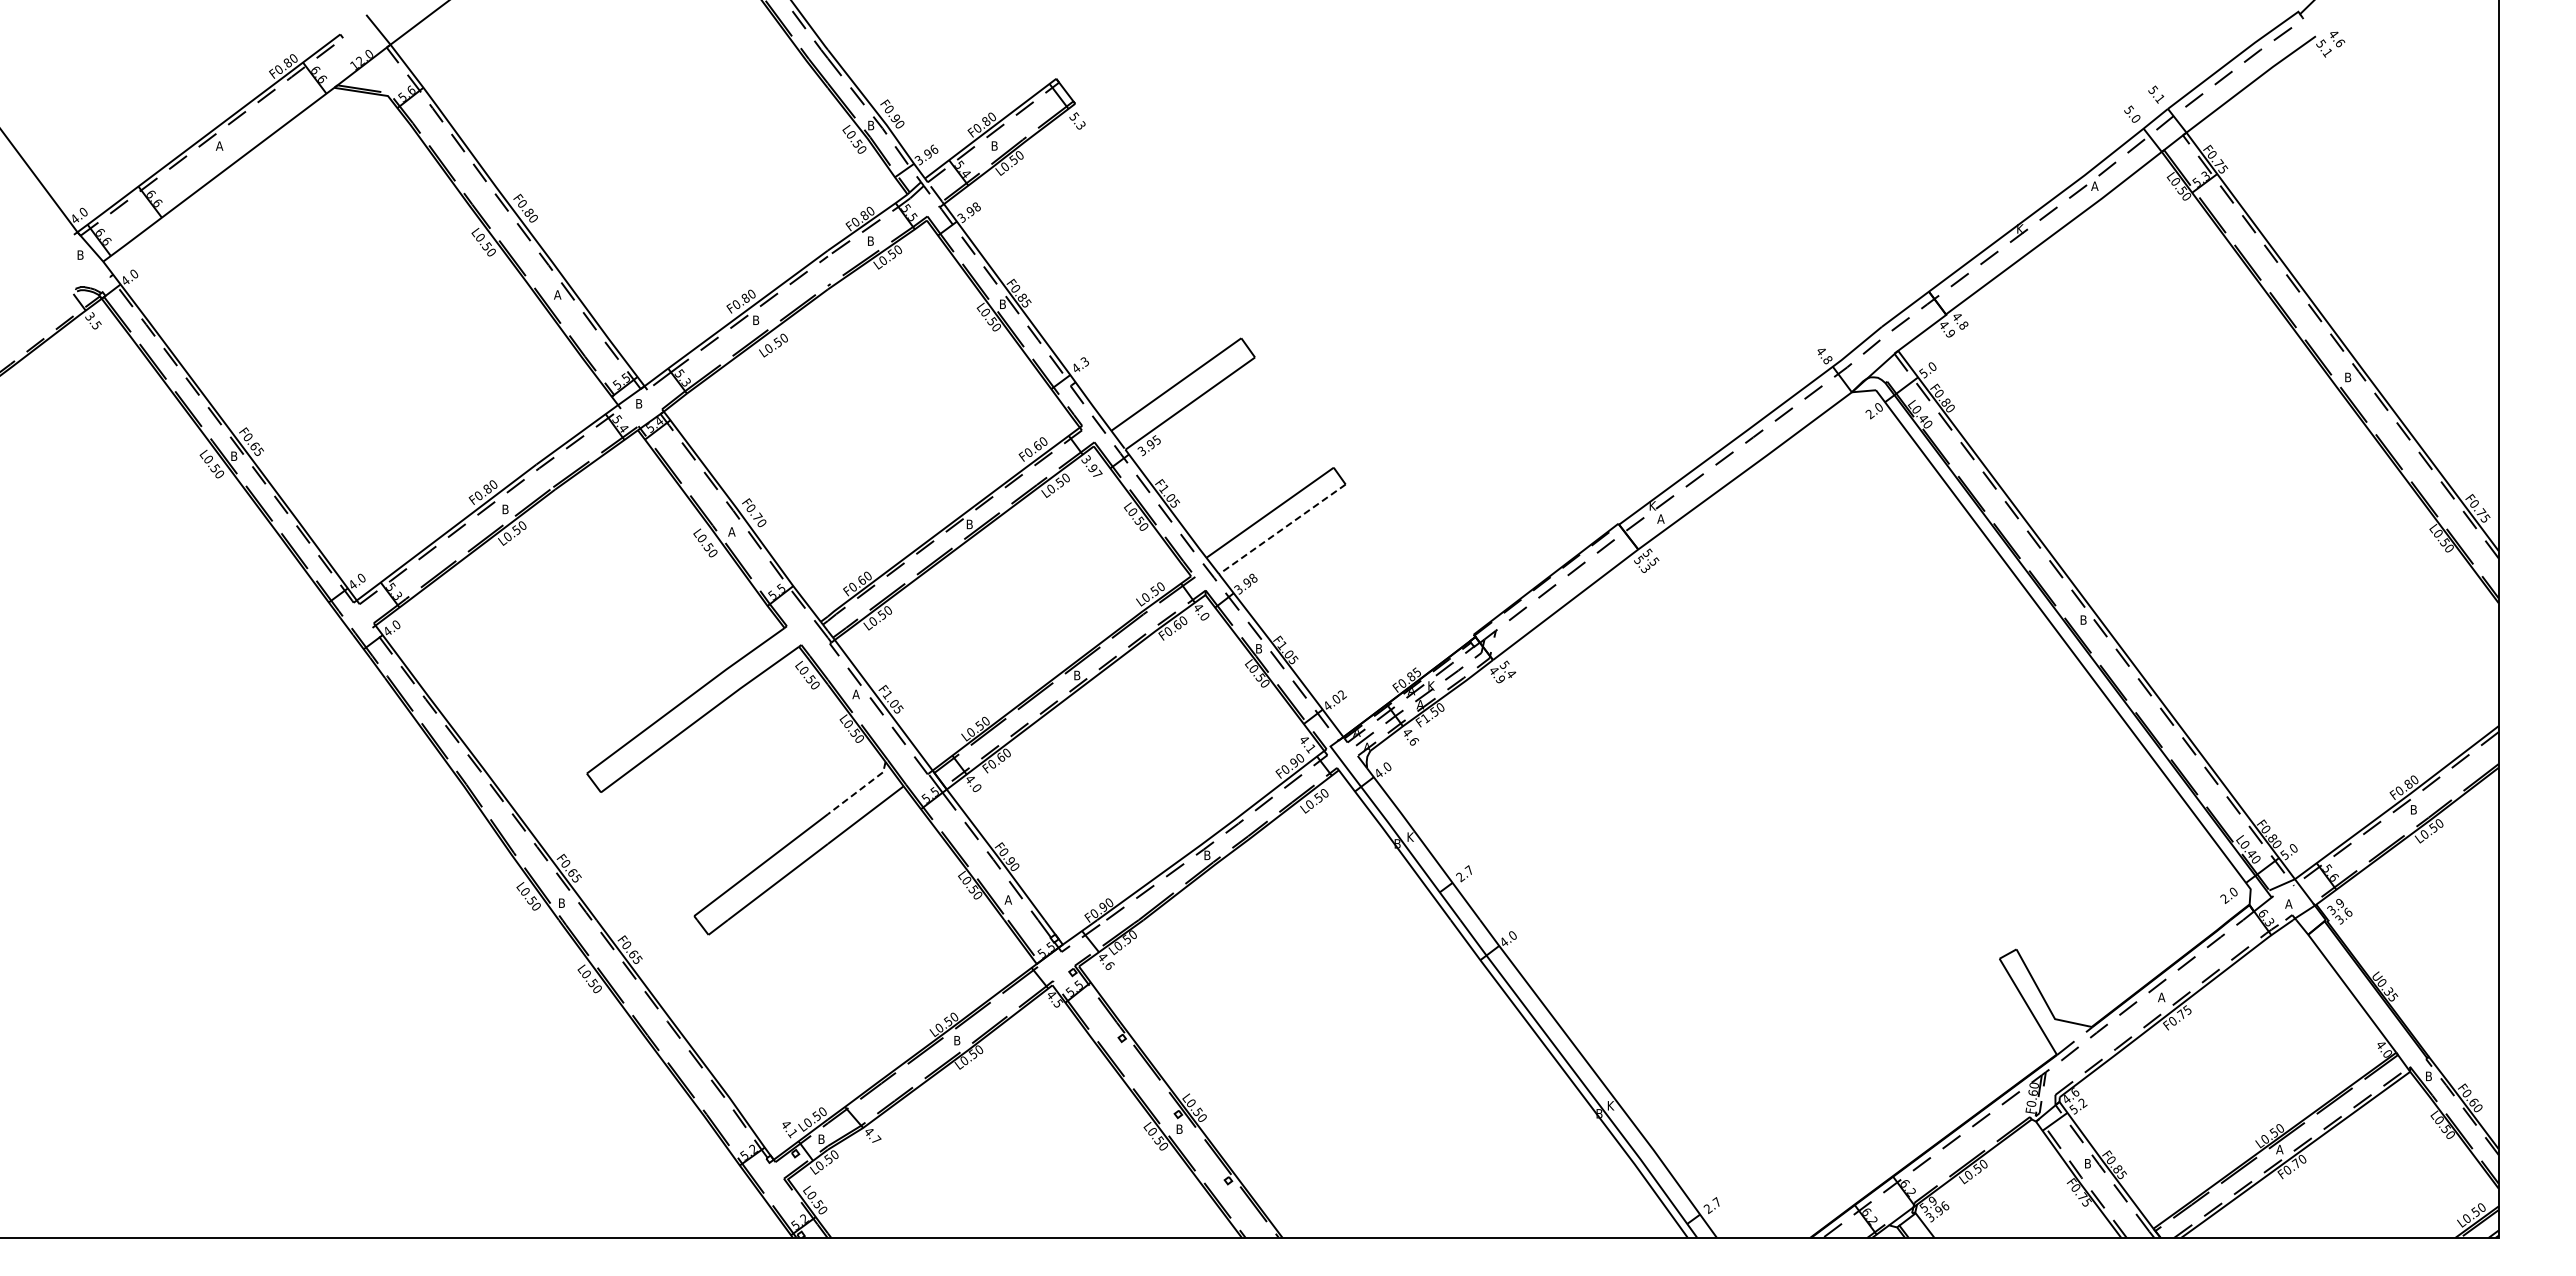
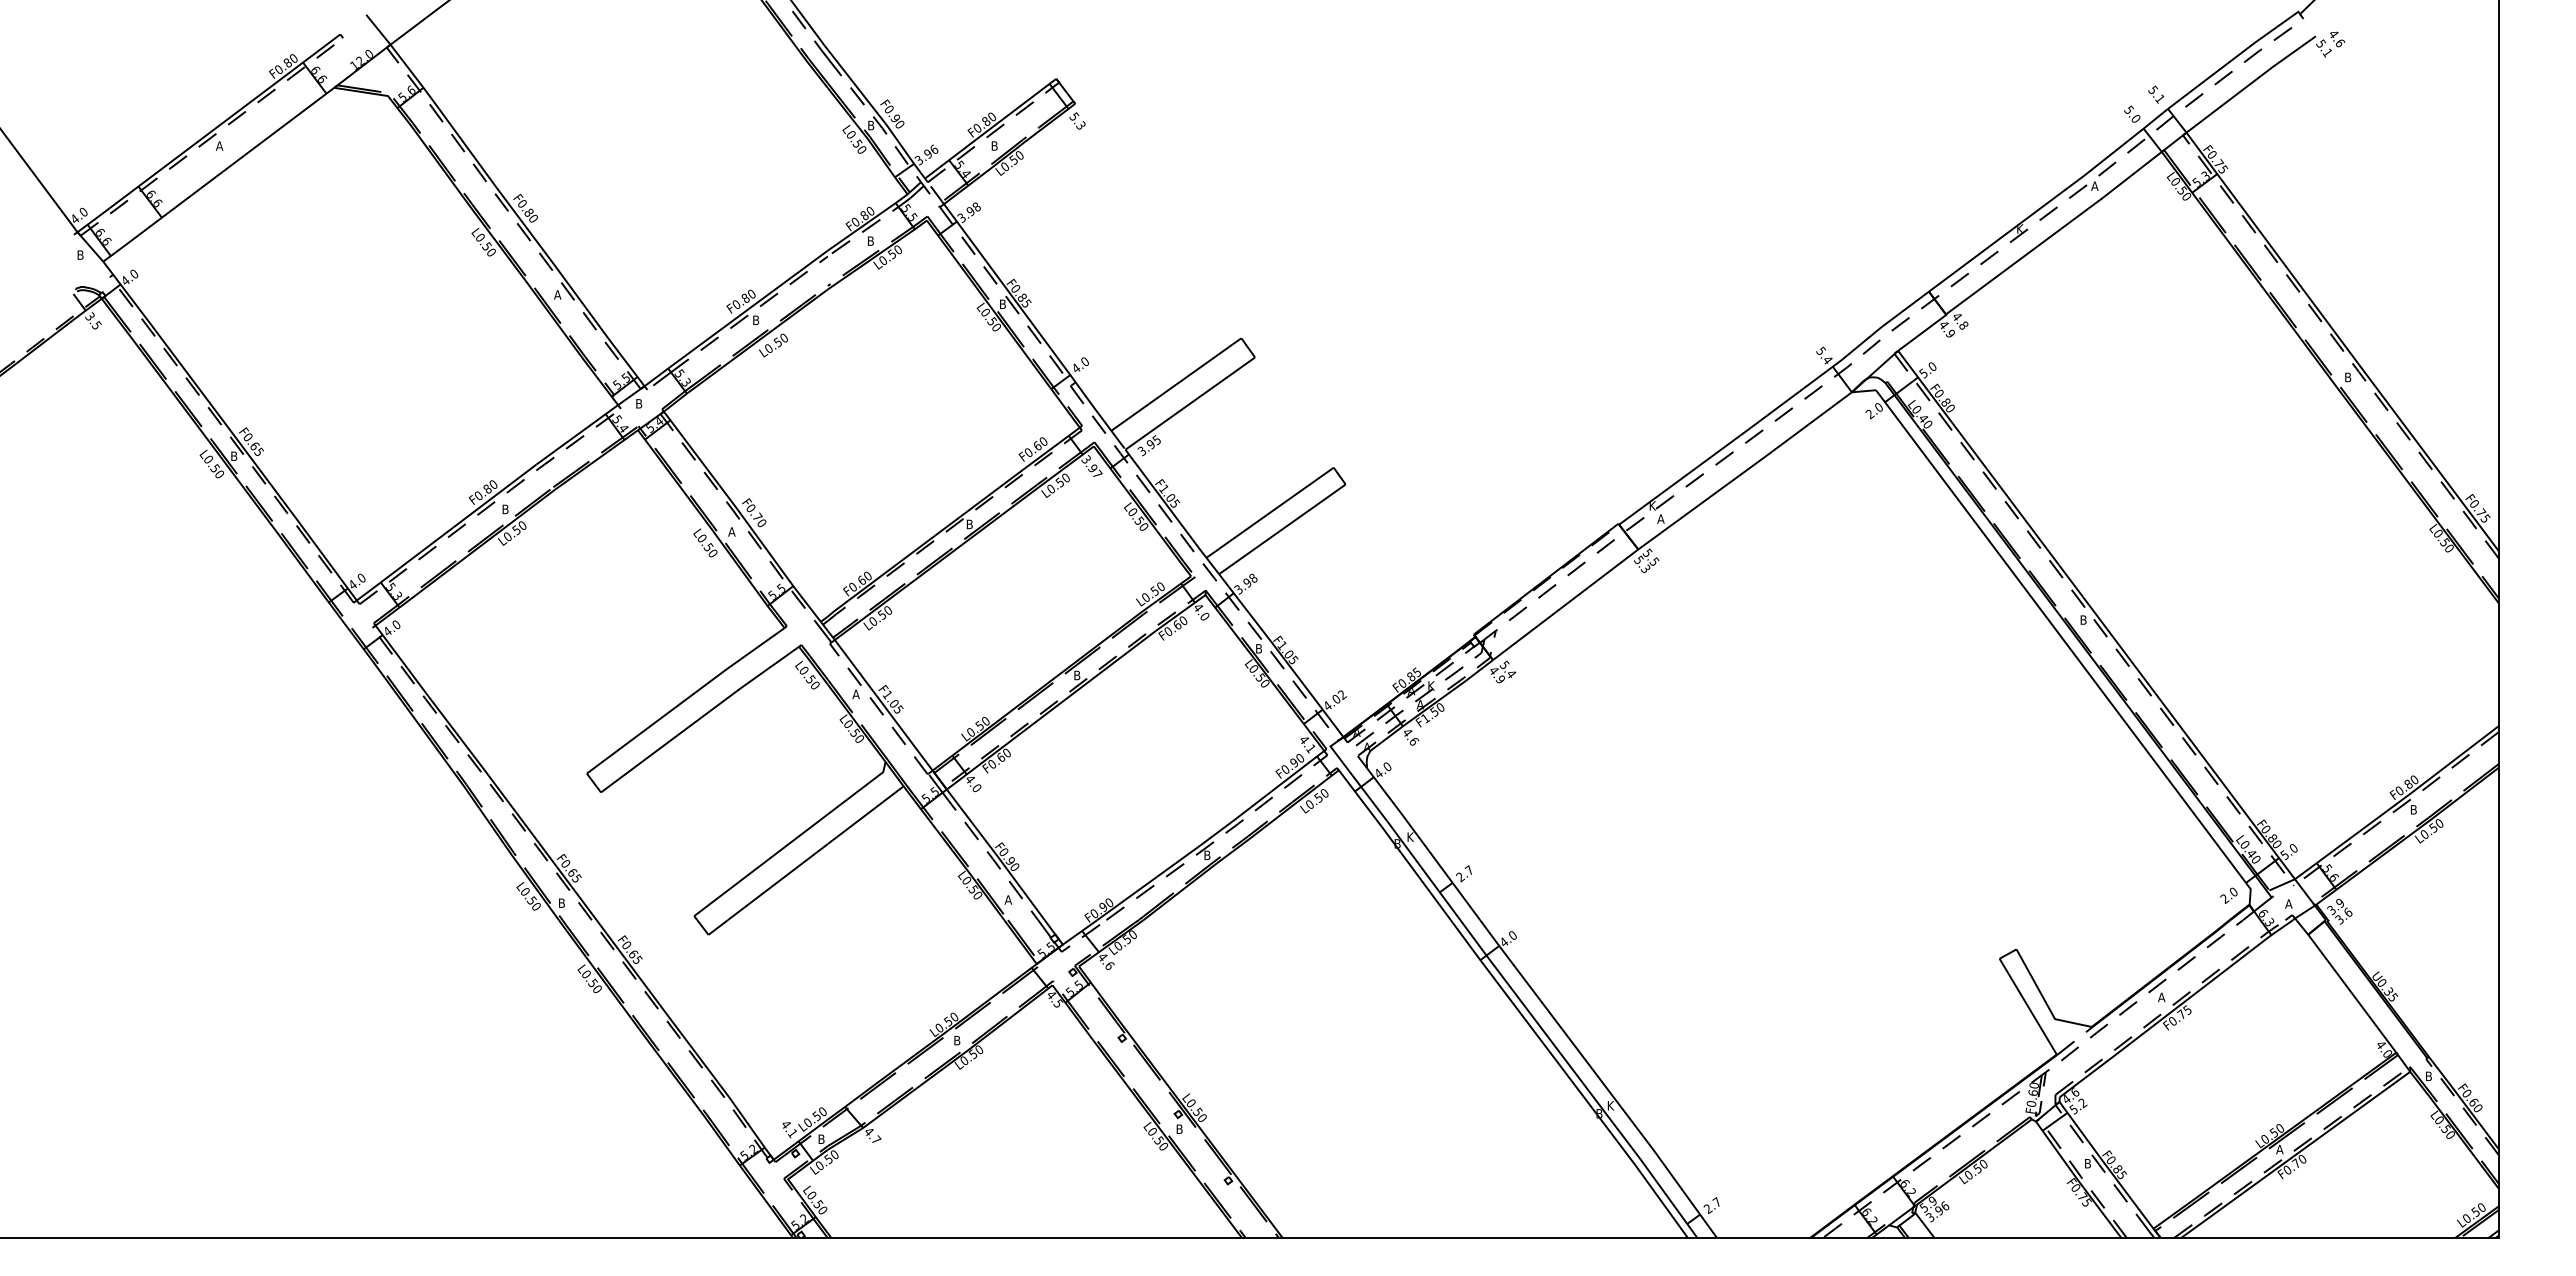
text at (1824, 355): 4.8 -> 5.4
text at (1084, 362): 4.3 -> 4.0
line at (1282, 529): dashed -> solid
line at (860, 789): dashed -> solid
